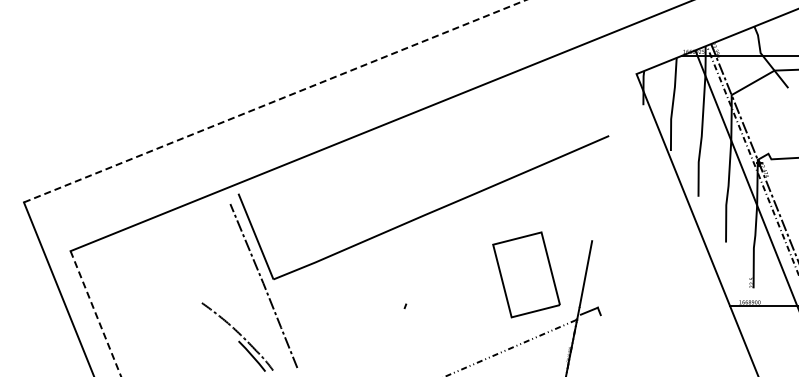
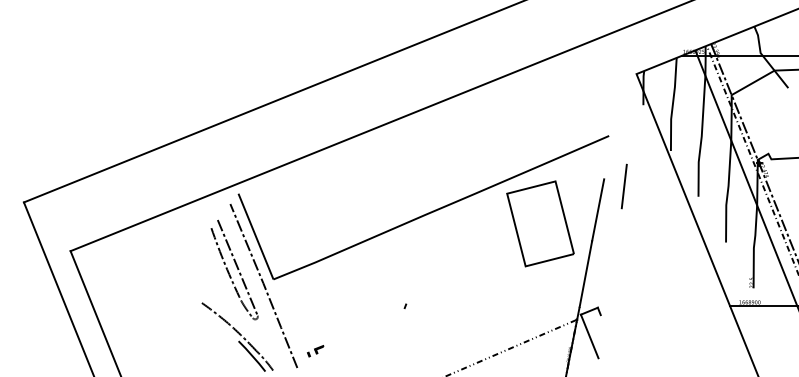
line at (275, 101): dashed -> solid
line at (623, 186): none -> present
line at (598, 210): none -> present
part at (234, 269): none -> present
part at (526, 274) position: (526, 274) -> (540, 223)
line at (96, 314): dashed -> solid
line at (589, 336): none -> present
part at (315, 351): none -> present
